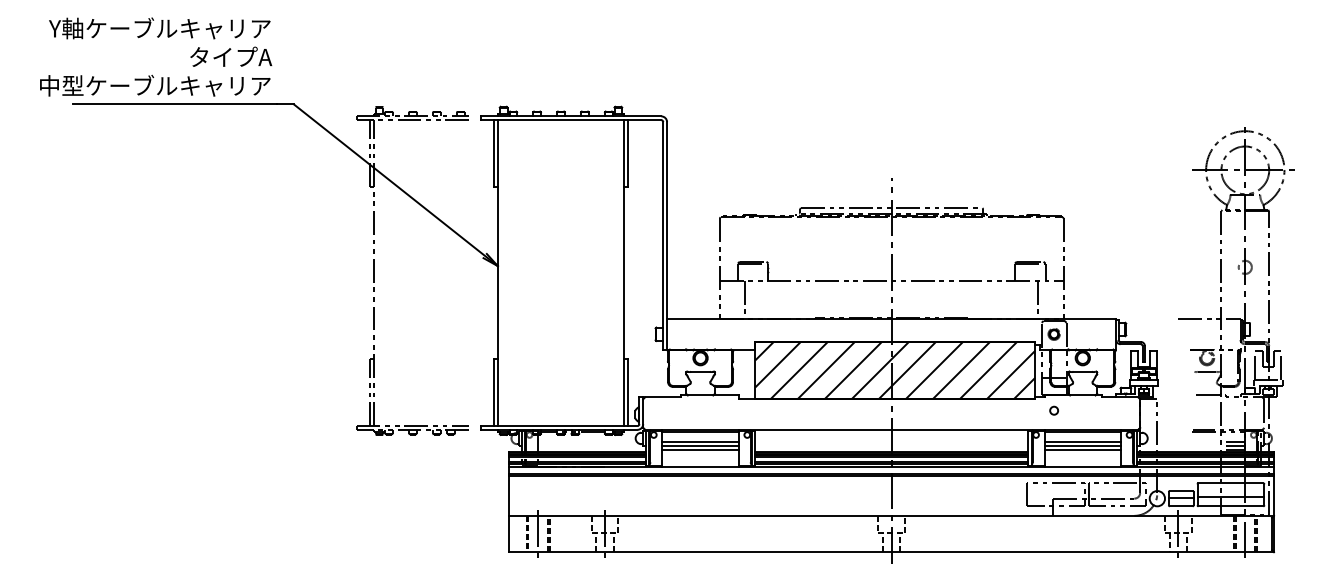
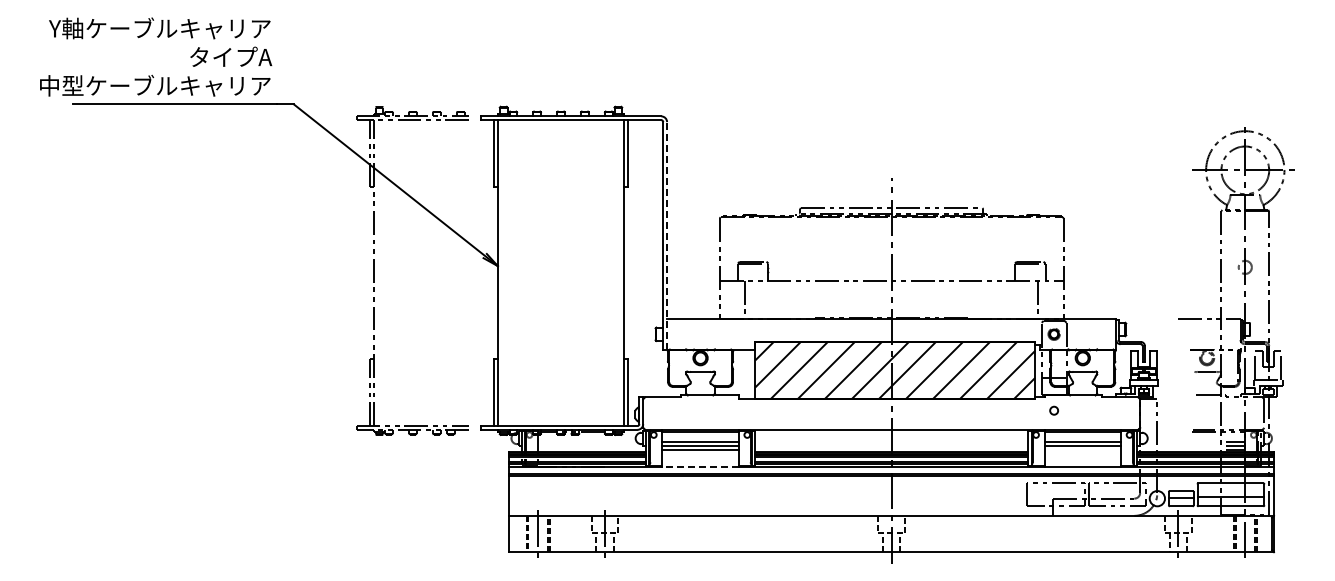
line at (667, 235): solid -> dashed
line at (1082, 449): present -> none
line at (700, 467): solid -> dashed
